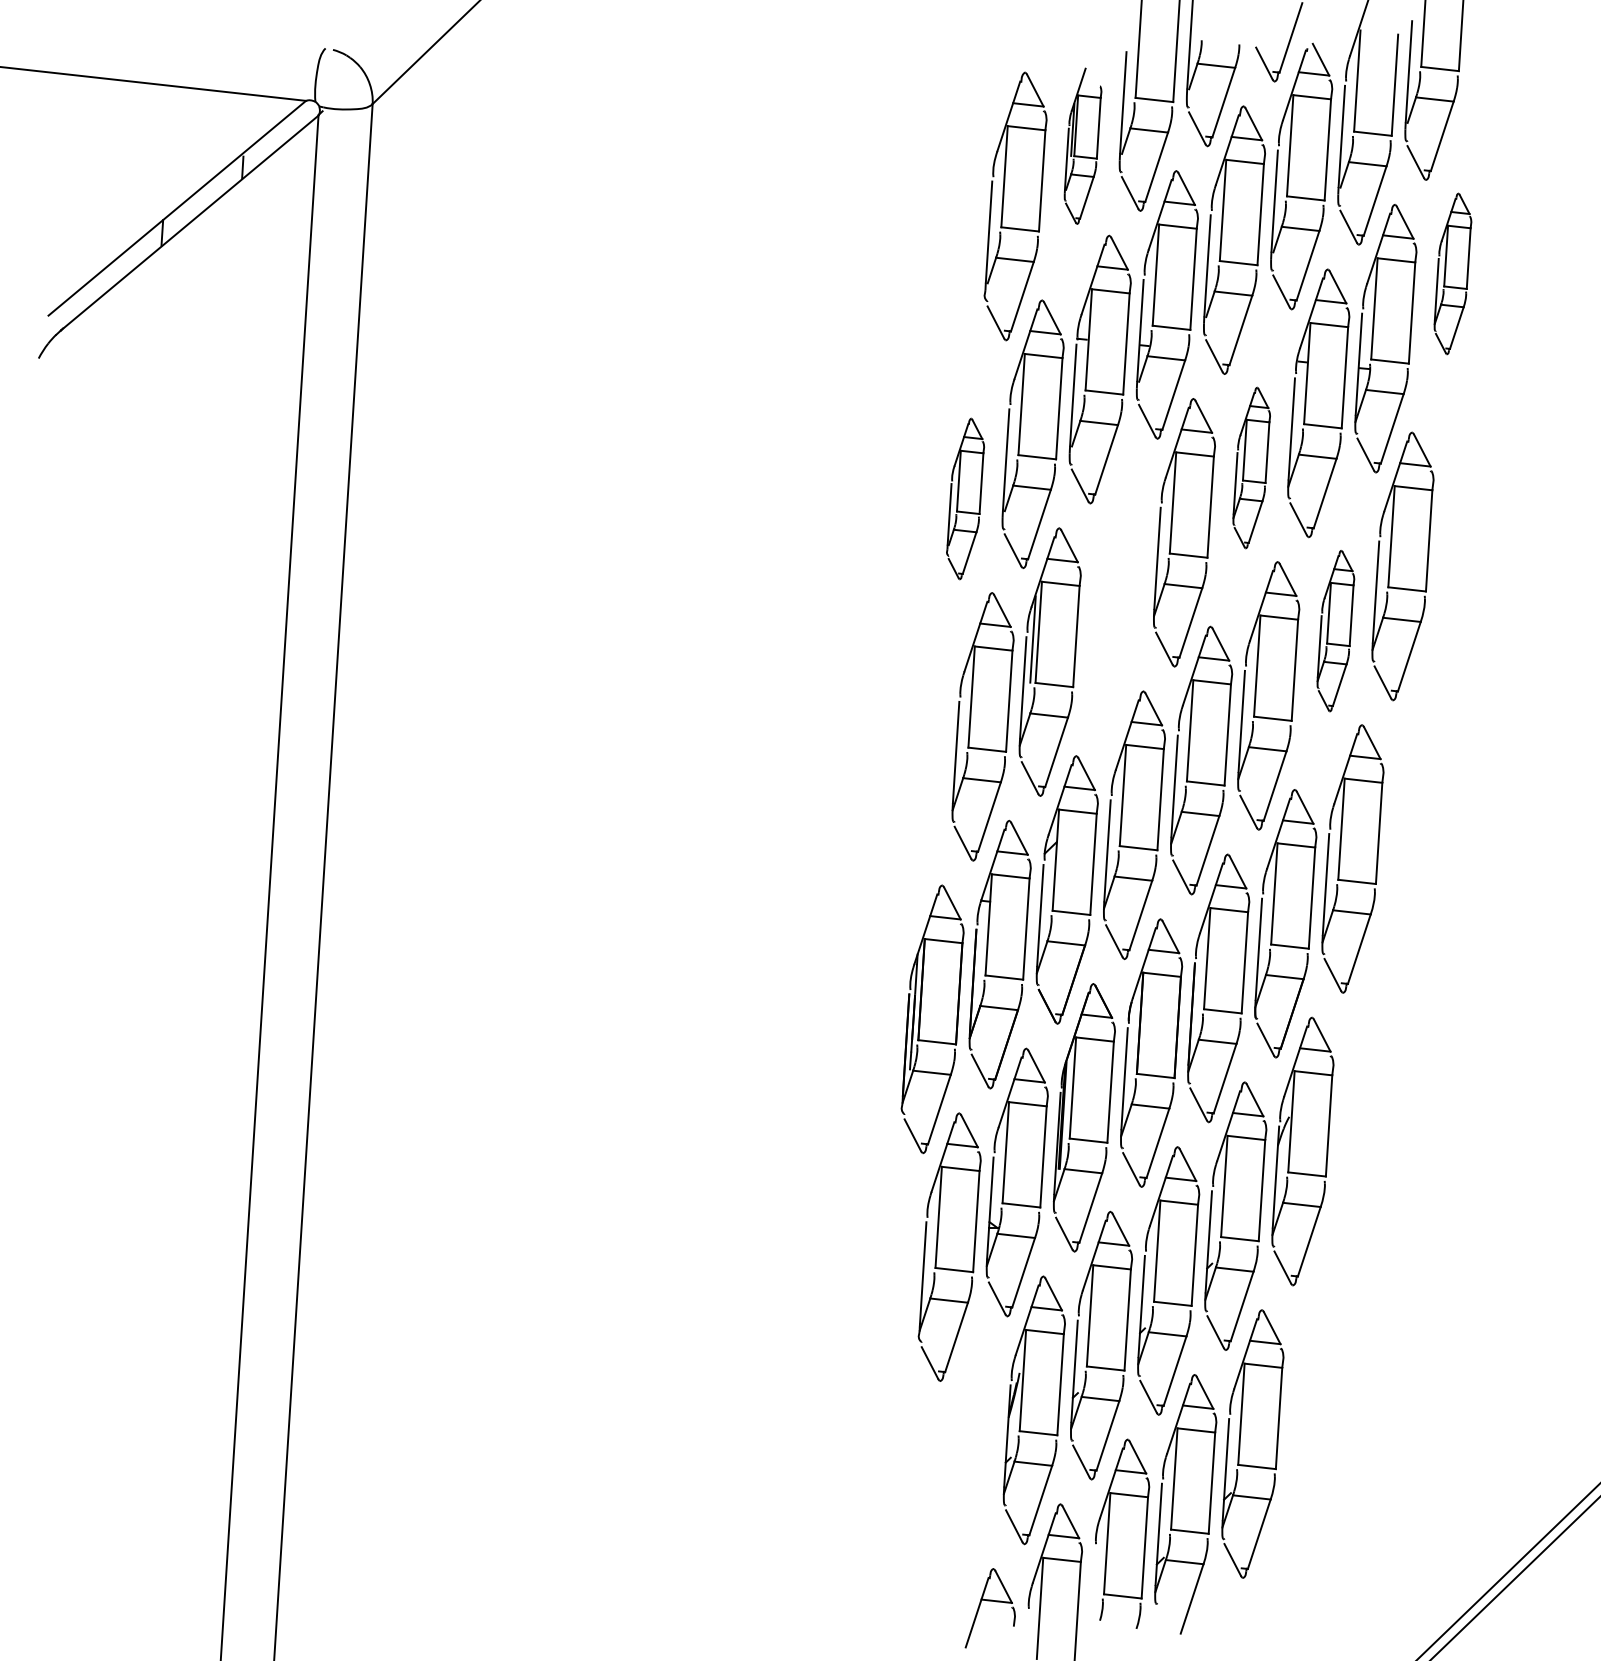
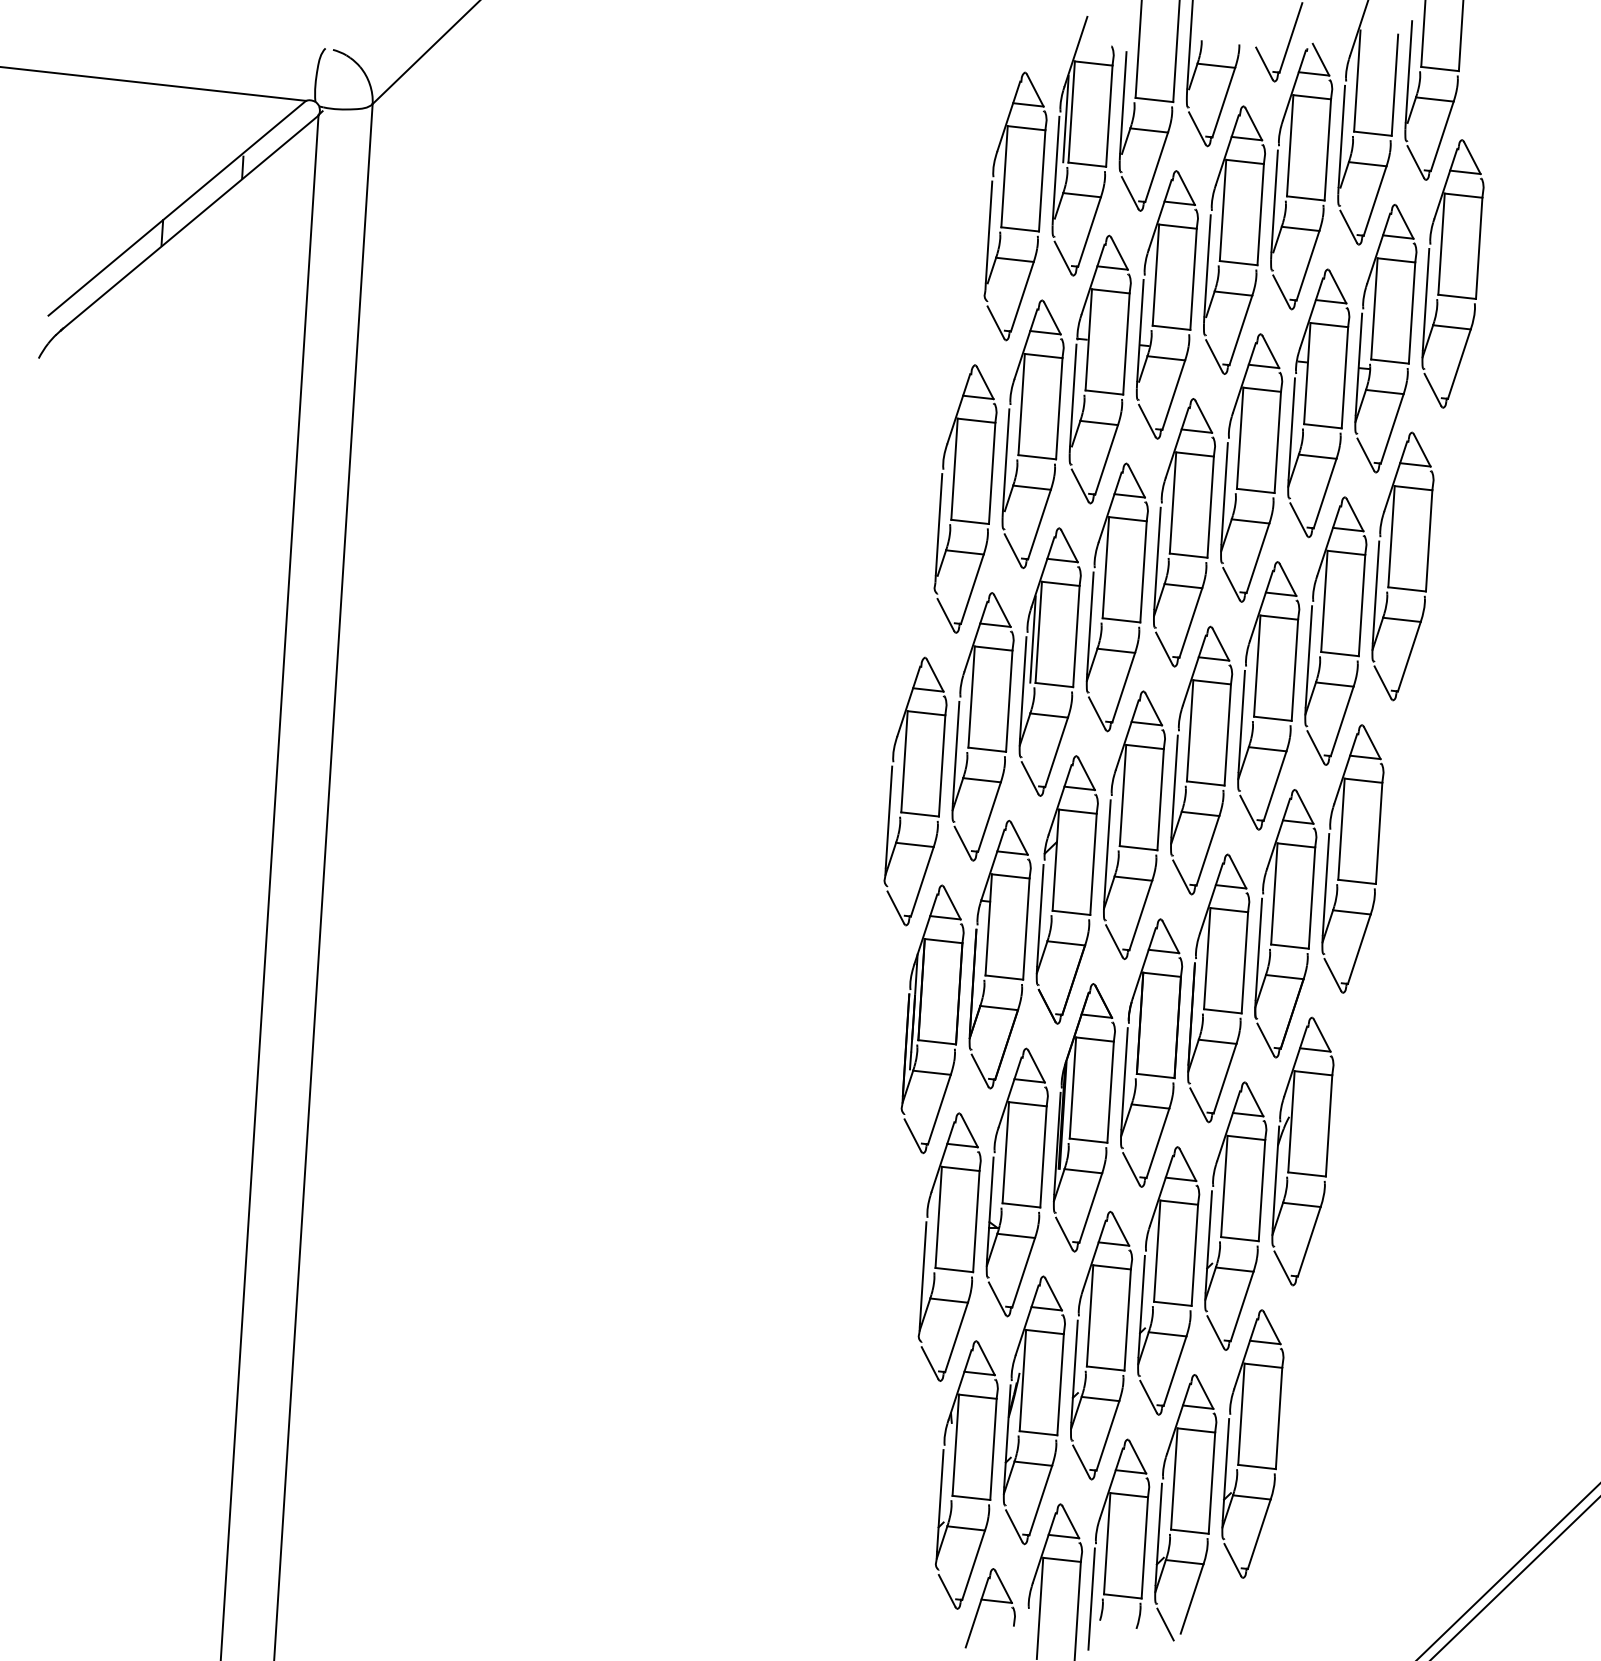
part at (1082, 145) size: 40x158 px -> 64x261 px
part at (1452, 273) size: 40x164 px -> 64x270 px
part at (1251, 467) size: 39x164 px -> 64x270 px
part at (965, 498) size: 39x164 px -> 65x270 px
part at (1116, 597): none -> present
part at (1335, 631) size: 40x163 px -> 64x270 px
part at (915, 791): none -> present
part at (966, 1474): none -> present
line at (1091, 1598): none -> present
line at (1165, 1624): none -> present
